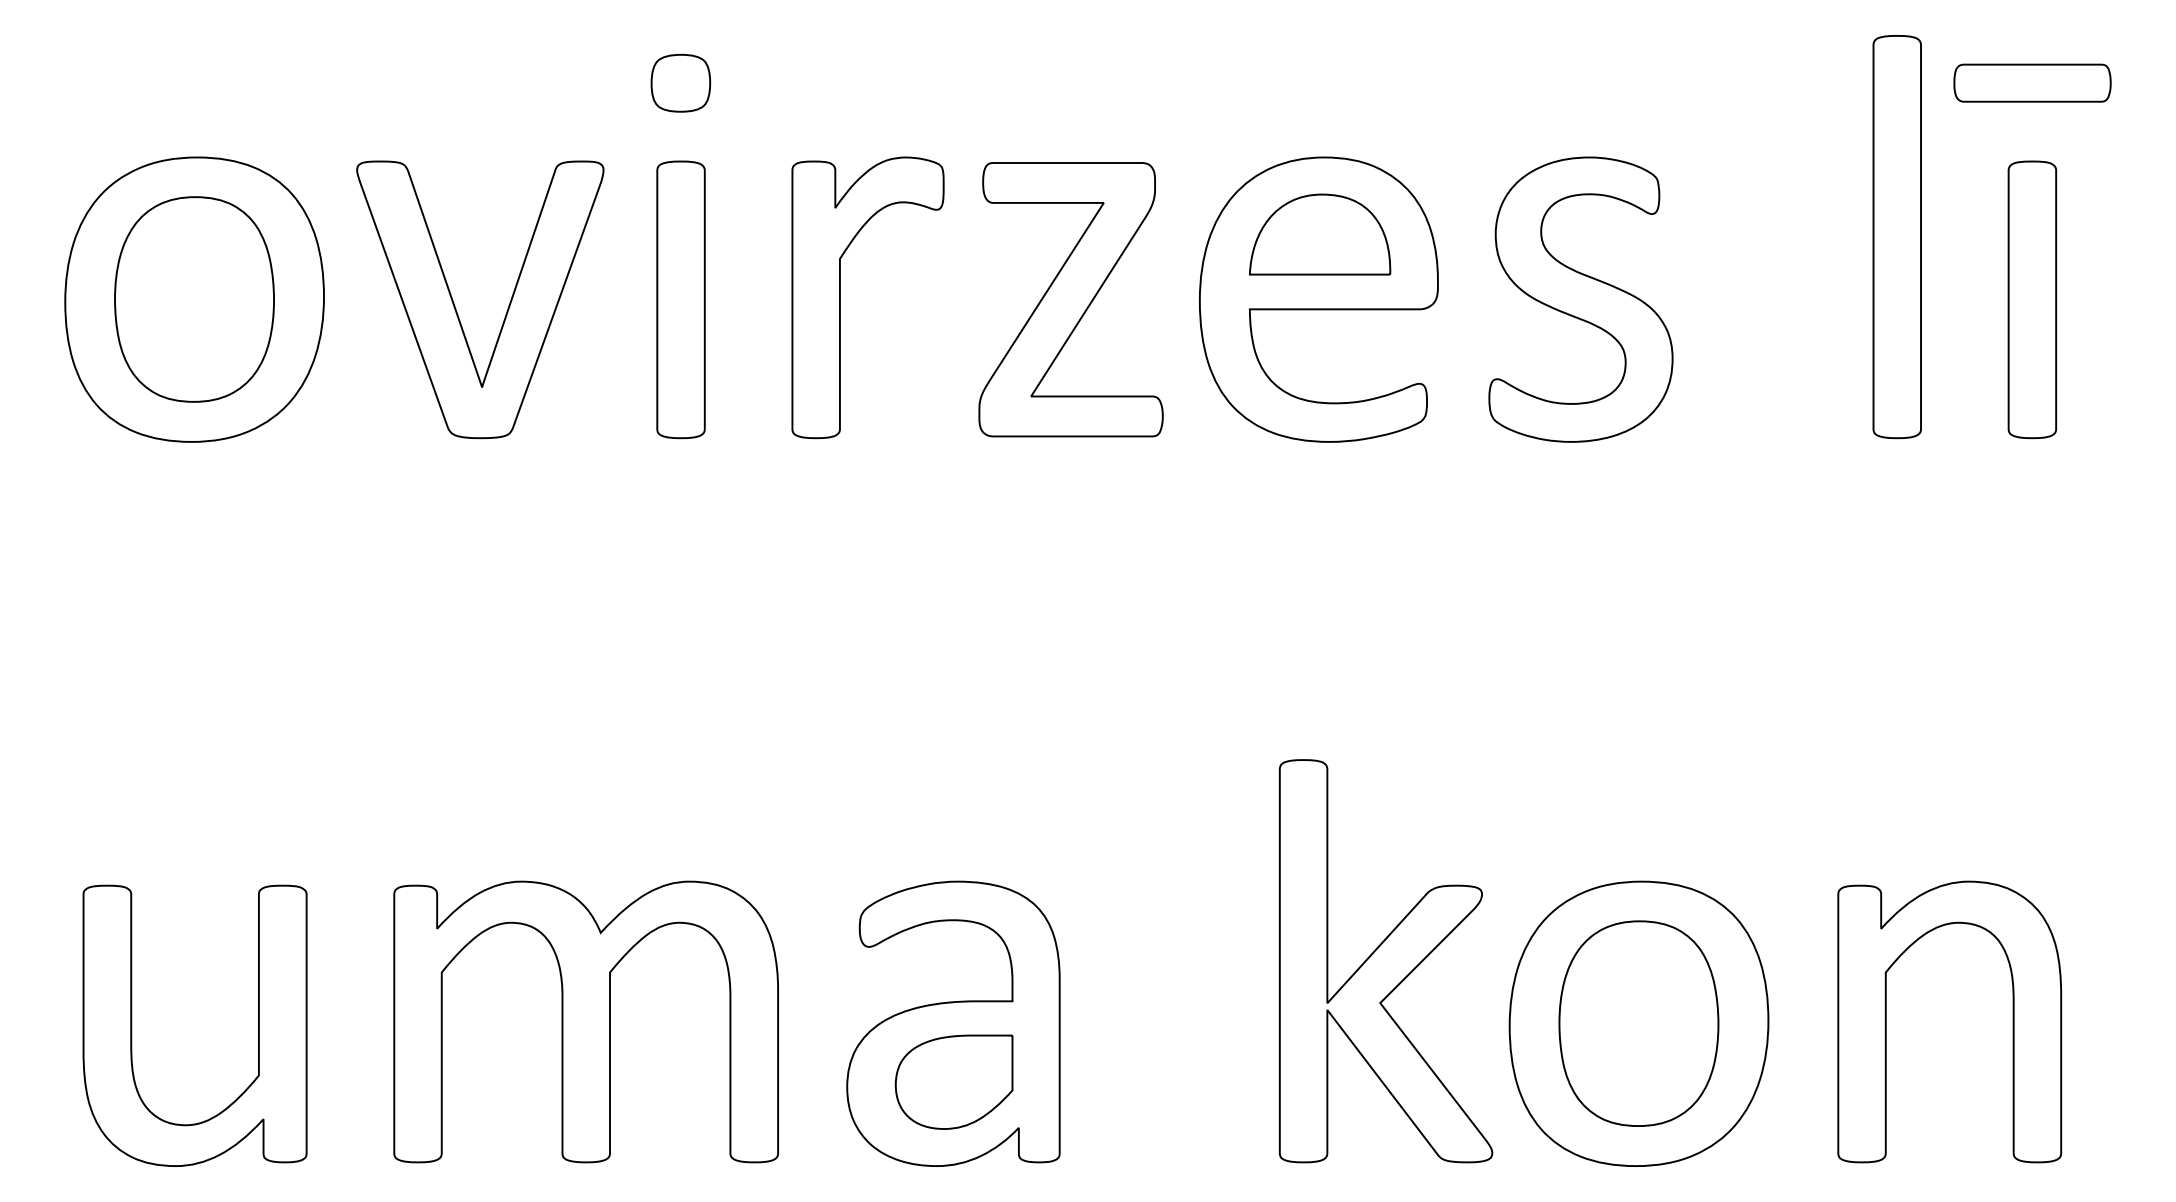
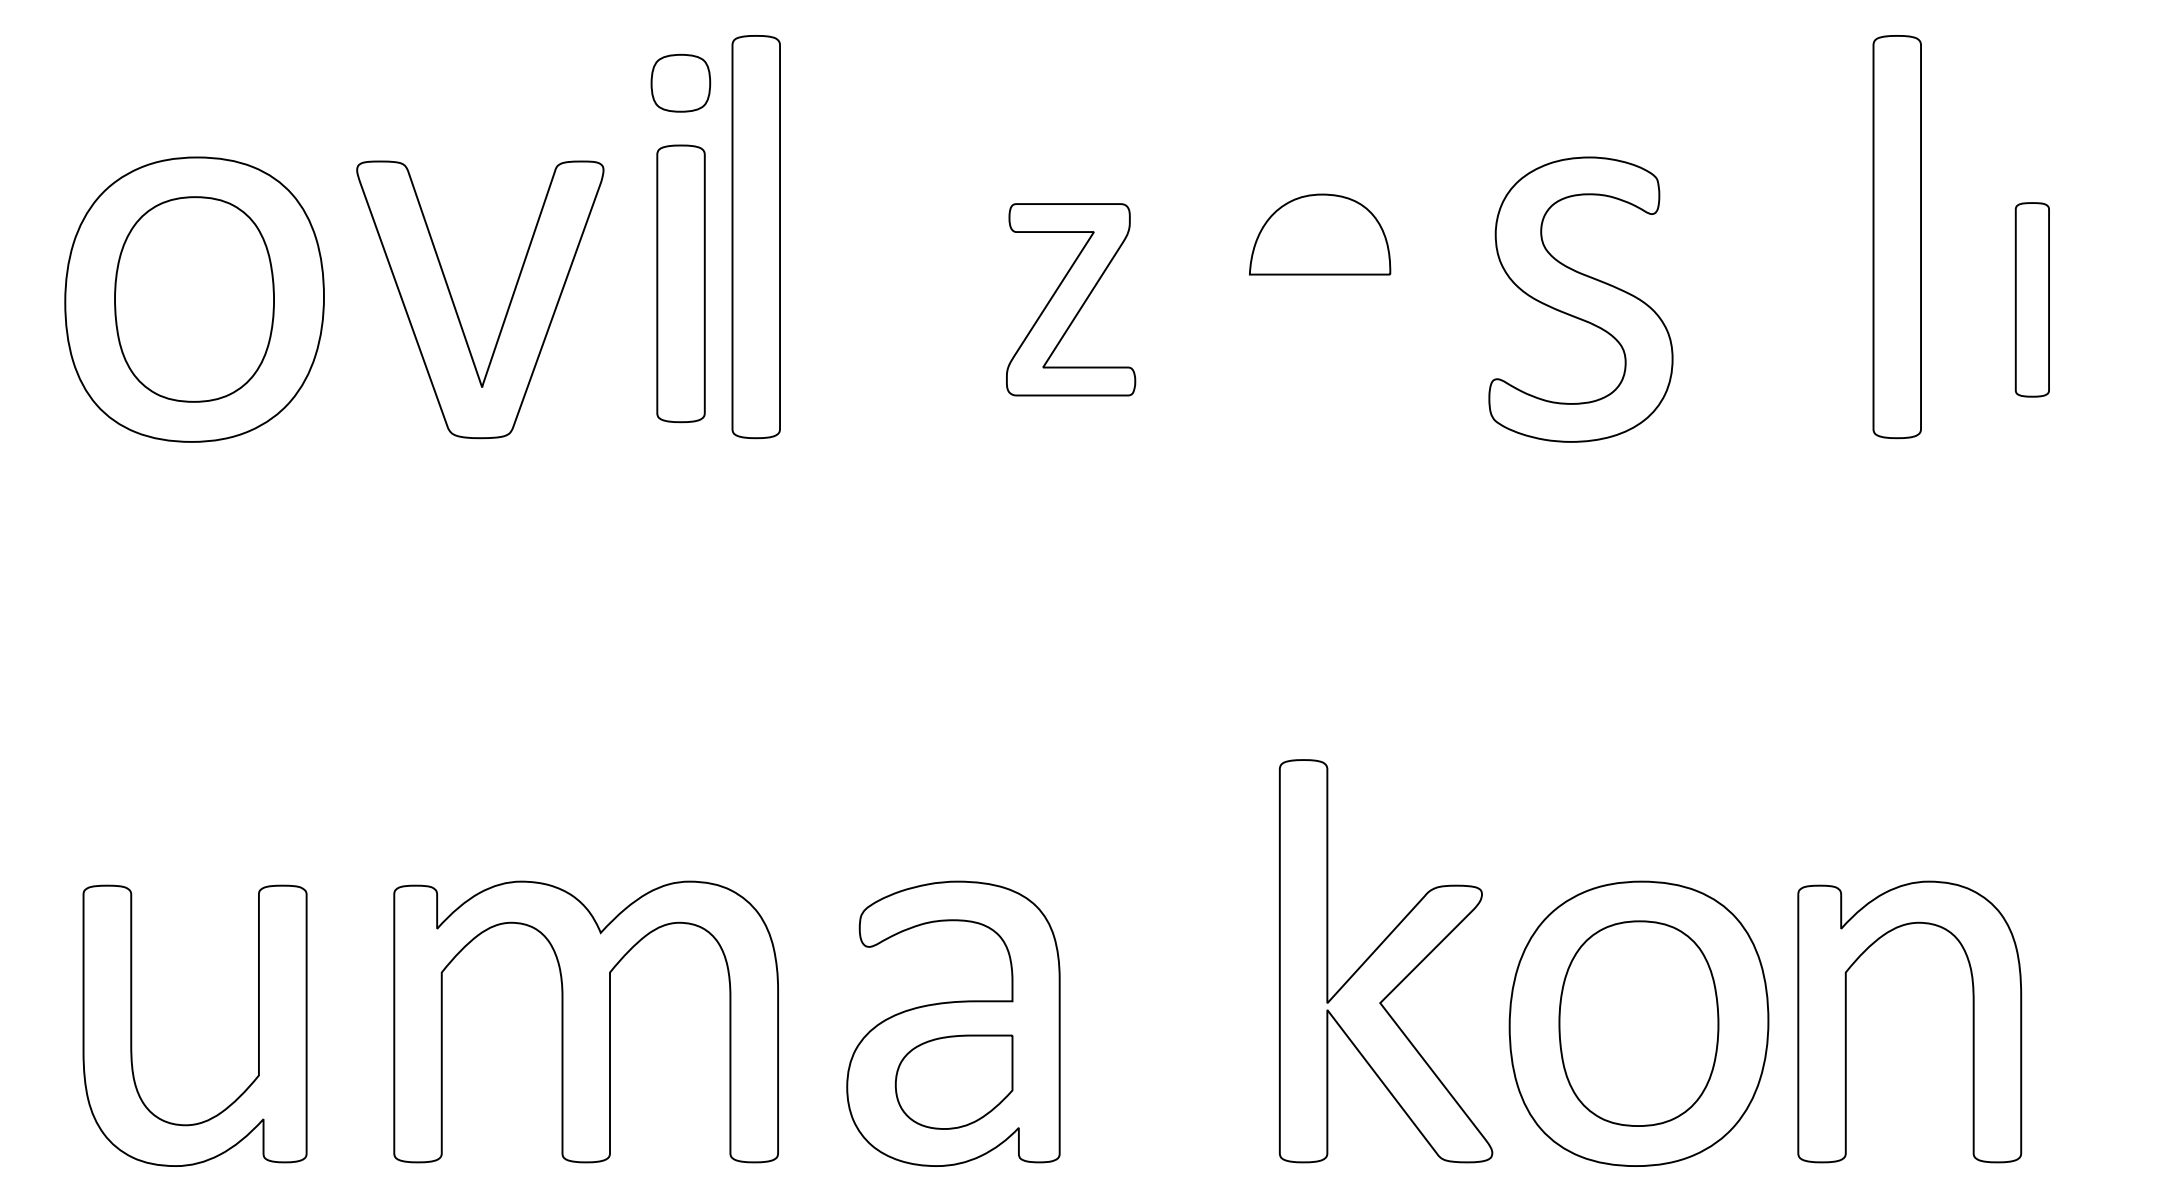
part at (2032, 82): present -> none
part at (755, 237): none -> present
part at (840, 297): present -> none
part at (680, 299) position: (680, 299) -> (680, 283)
part at (1070, 299) size: 186x276 px -> 131x194 px
part at (1318, 299): present -> none
part at (2032, 299) size: 51x280 px -> 36x196 px
part at (1886, 1021) position: (1886, 1021) -> (1846, 1021)
